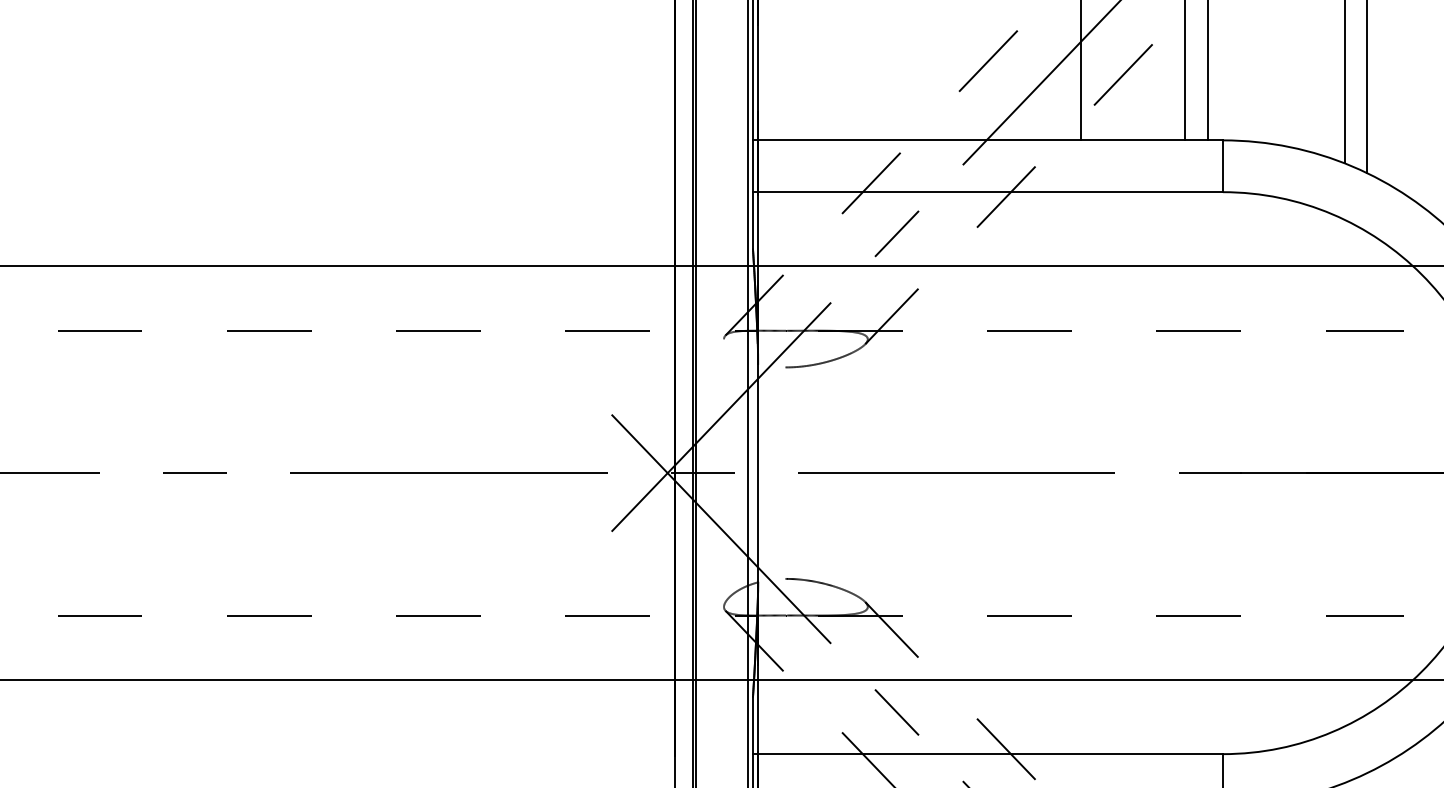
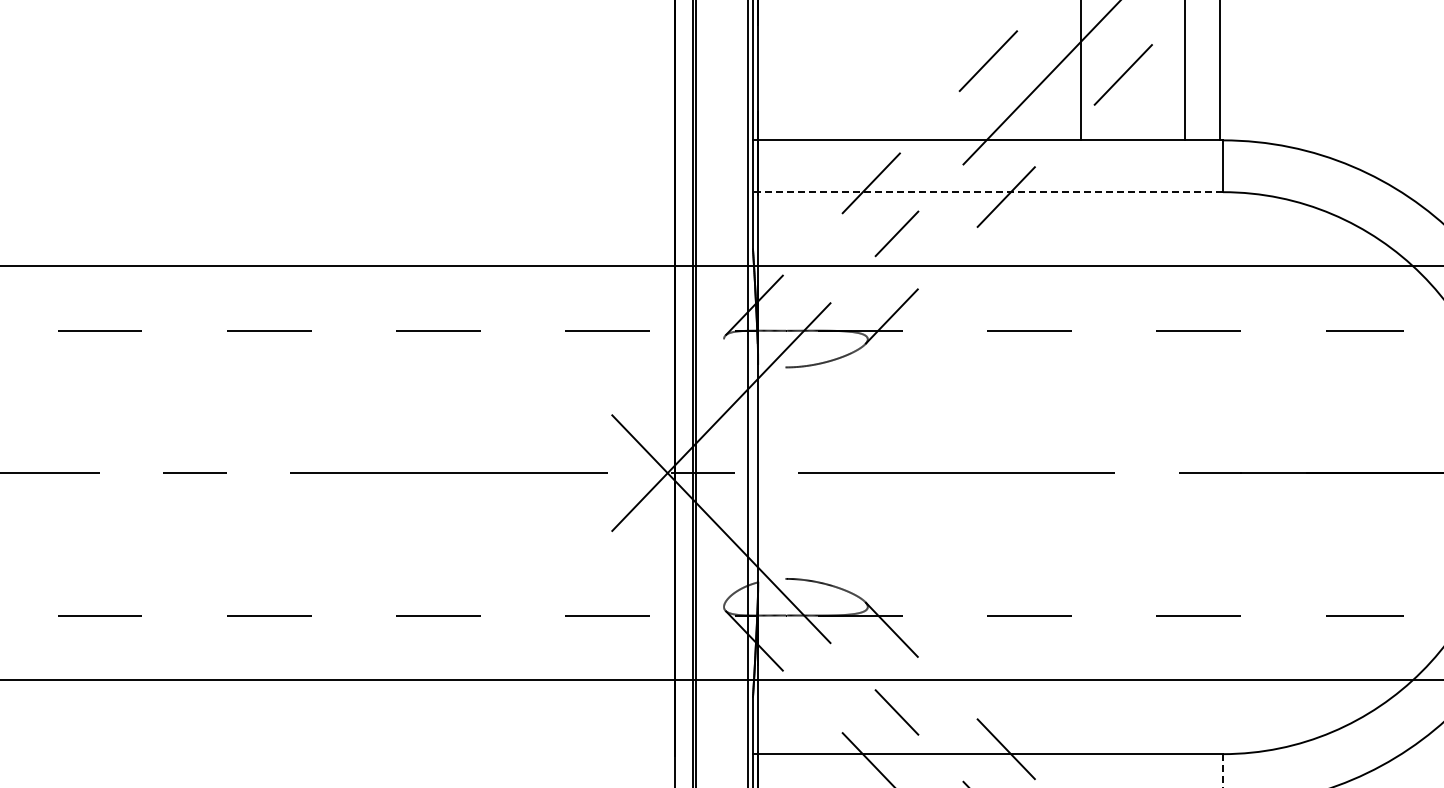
line at (1207, 71) position: (1207, 71) -> (1219, 71)
line at (1344, 82): present -> none
line at (1366, 87): present -> none
line at (987, 192): solid -> dashed
line at (1222, 771): solid -> dashed
